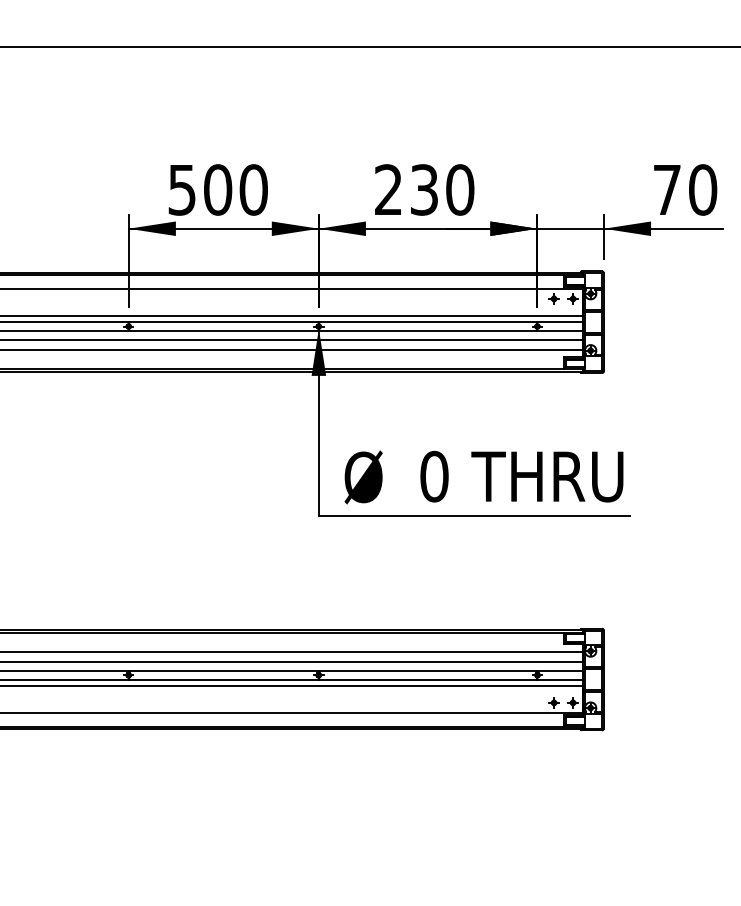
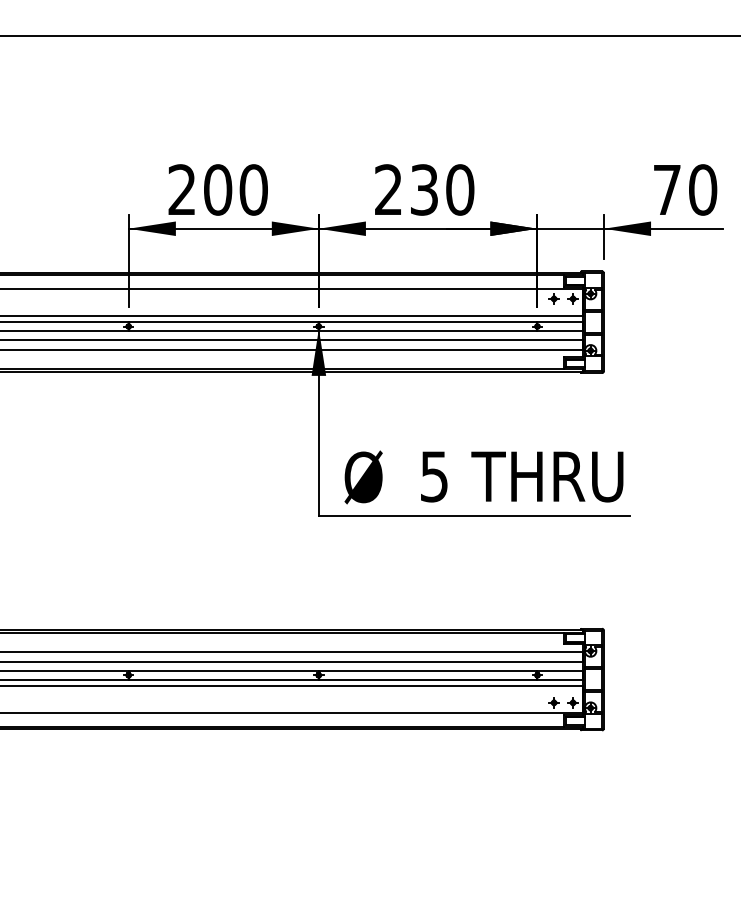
line at (369, 46) position: (369, 46) -> (369, 35)
text at (181, 189): 500 -> 200
text at (434, 476): 0 -> 5
